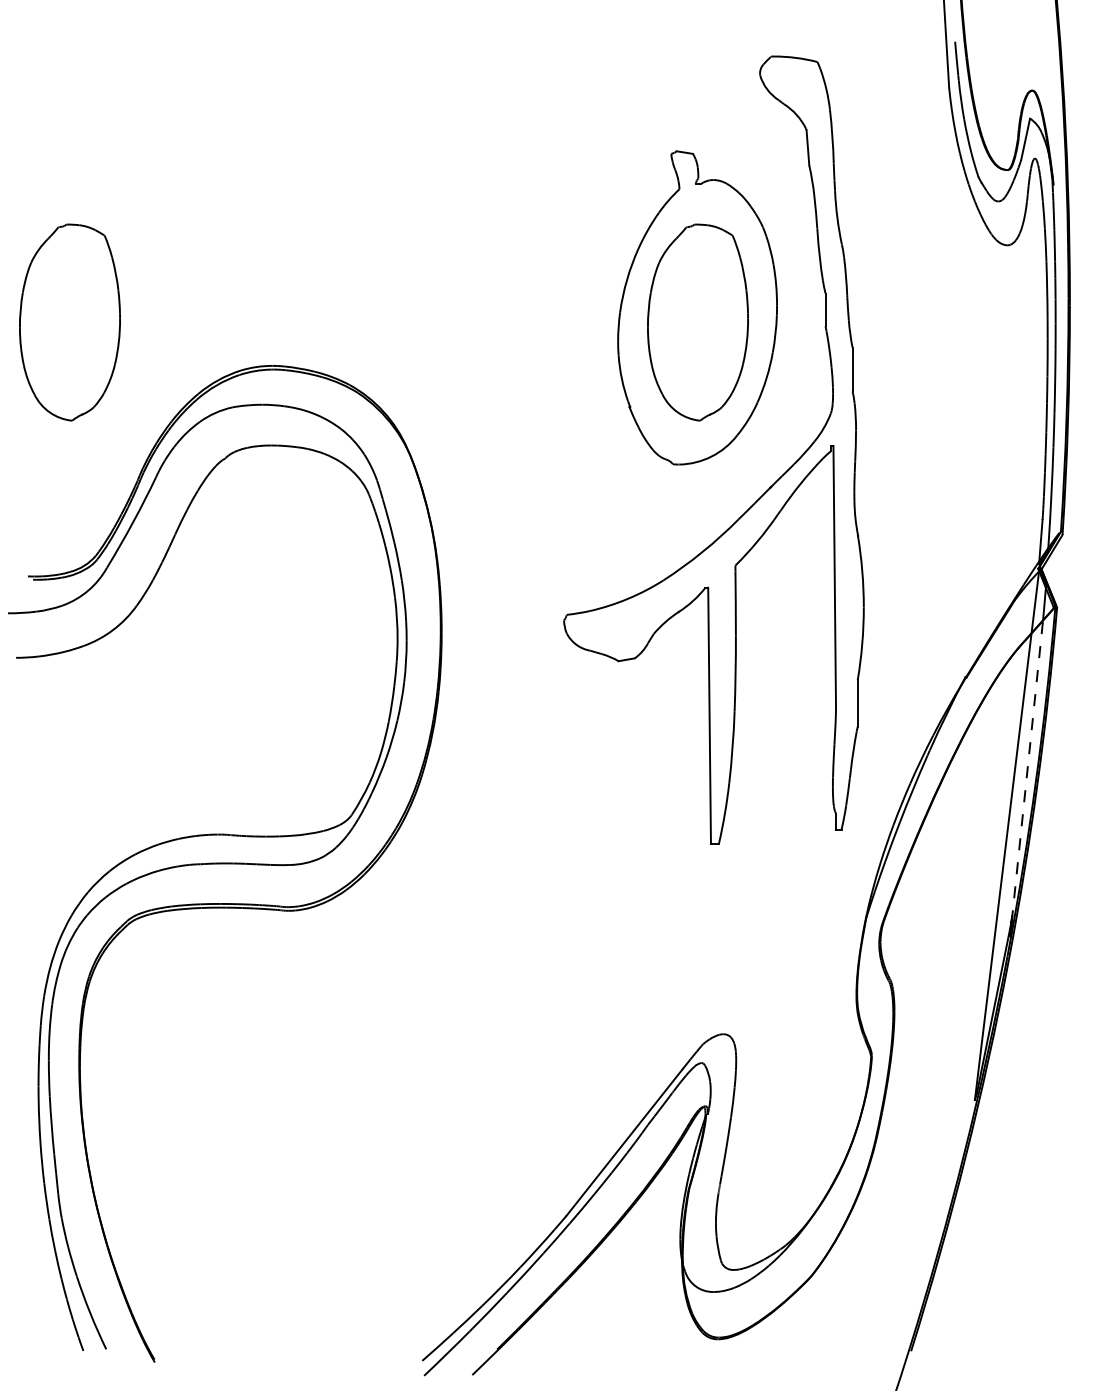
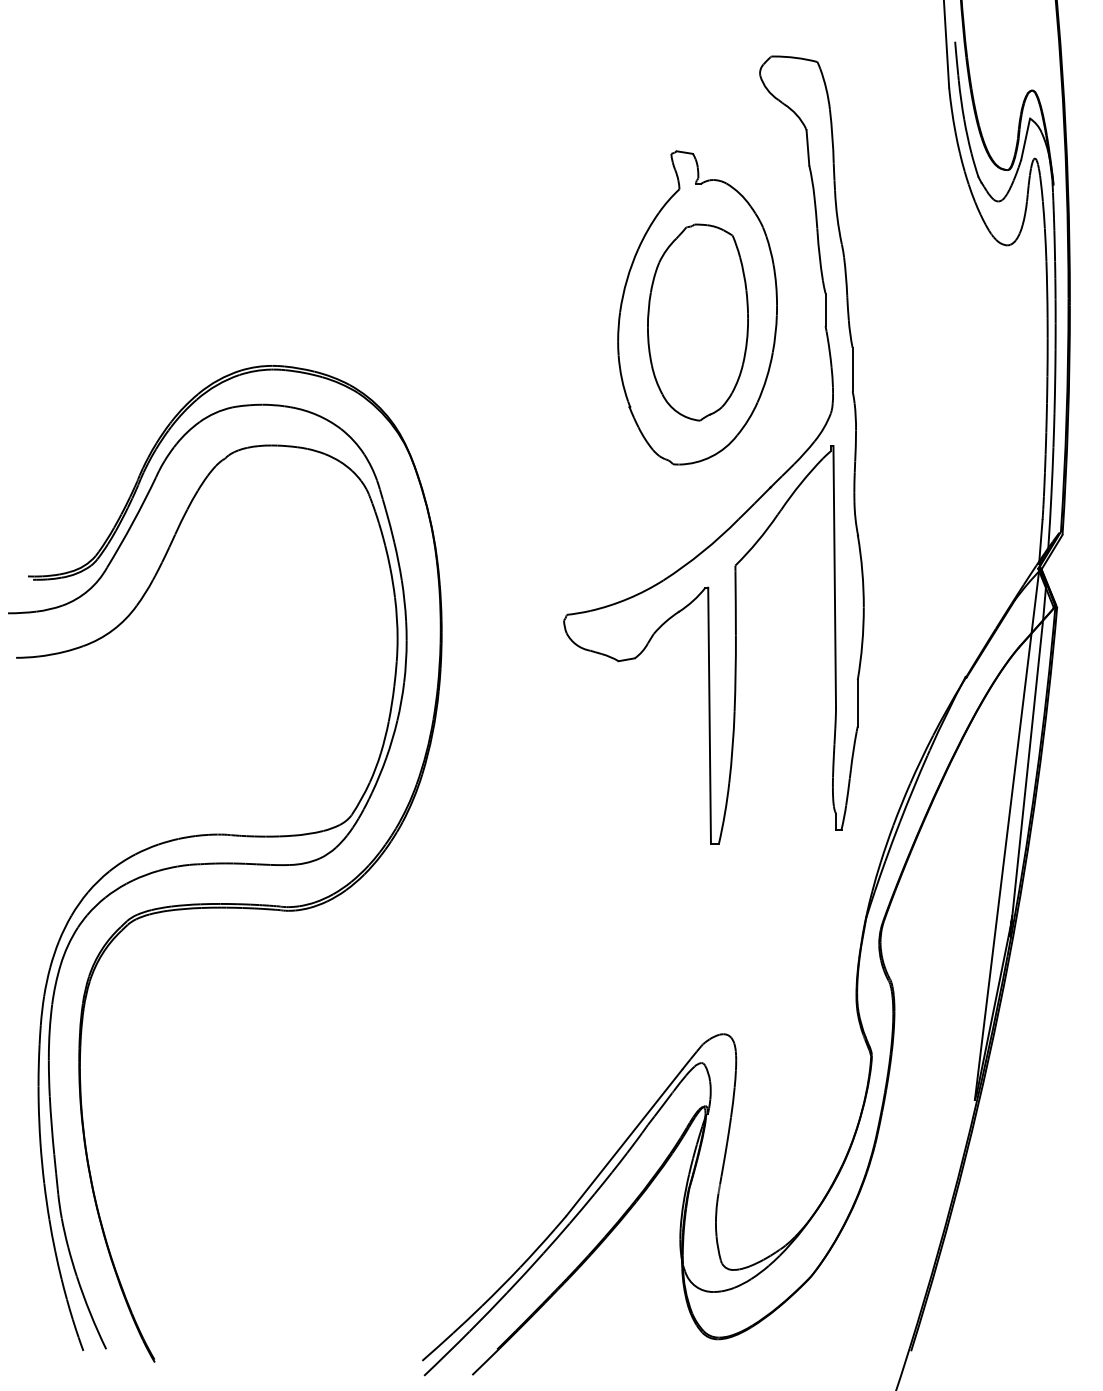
part at (69, 322): present -> none
line at (1027, 771): dashed -> solid
